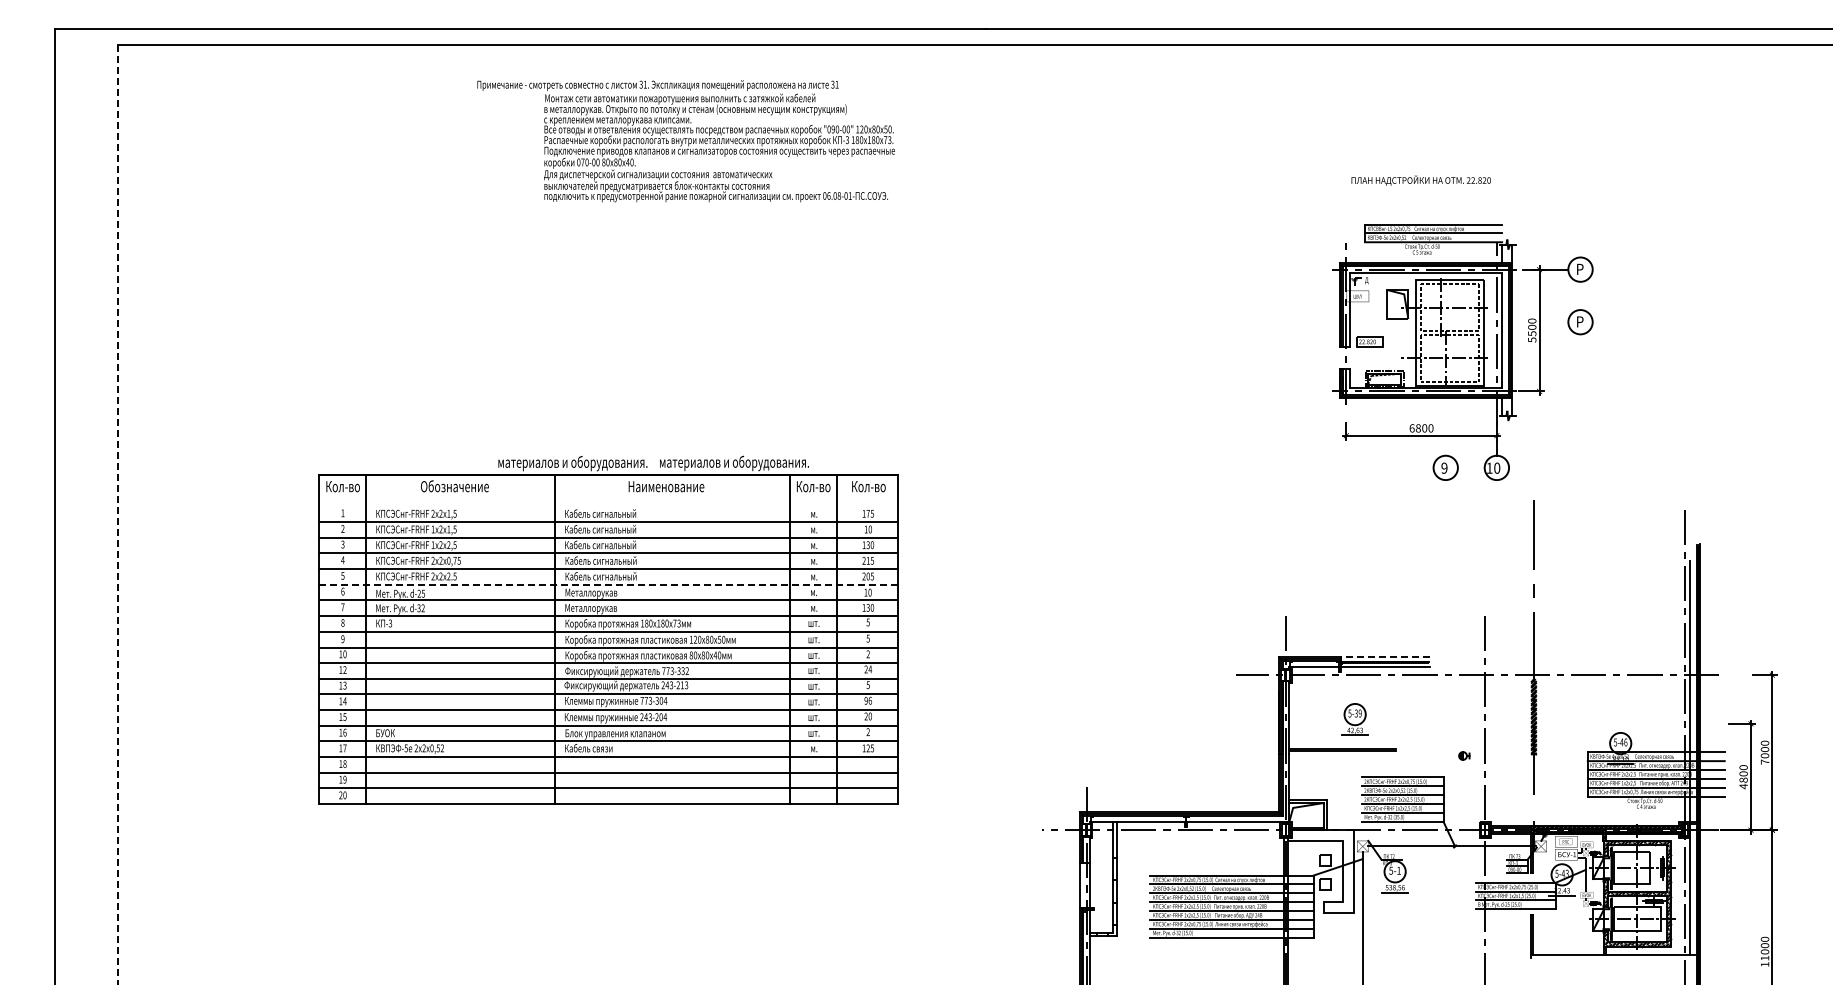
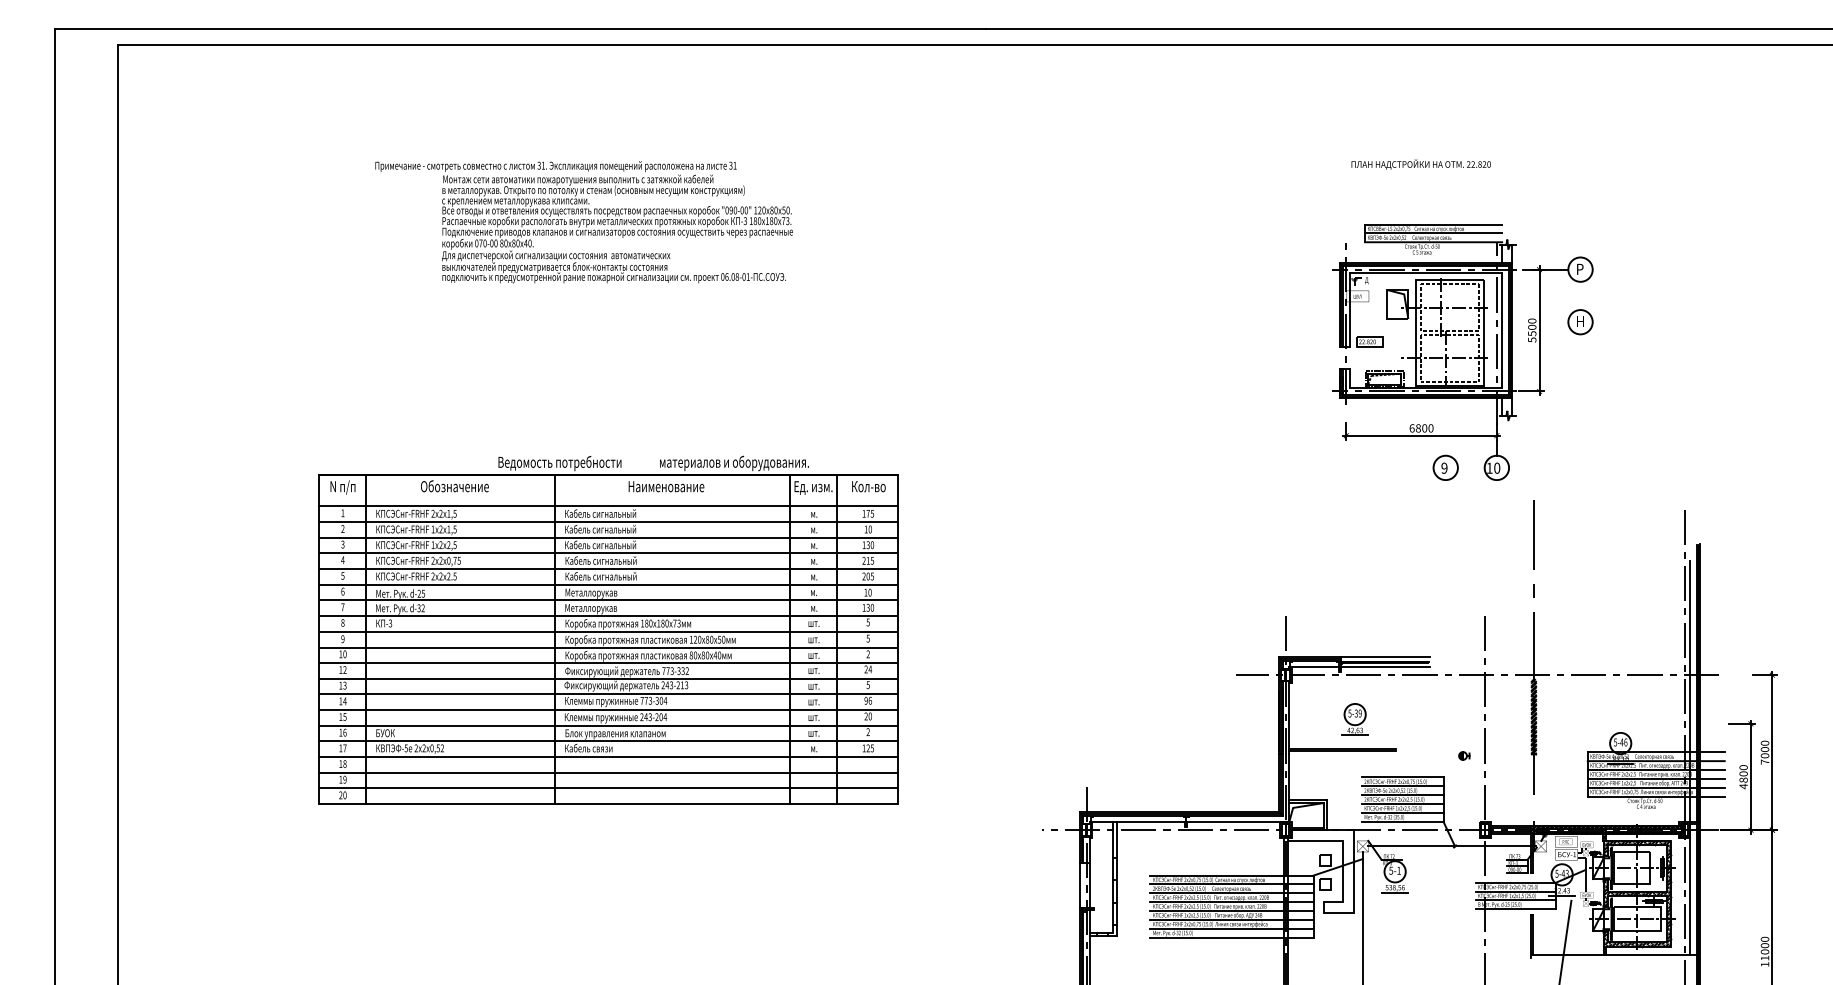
text at (685, 141) position: (685, 141) -> (583, 222)
text at (1420, 180) position: (1420, 180) -> (1420, 164)
text at (1580, 321): Р -> H
text at (572, 463): материалов и оборудования. -> Ведомость потребности
text at (342, 487): Кол-во -> N п/п
text at (813, 487): Кол-во -> Ед. изм.
line at (608, 506): none -> present
line at (117, 515): dashed -> solid
line at (608, 584): dashed -> solid
line at (1385, 657): dashed -> solid
line at (1565, 940): none -> present
